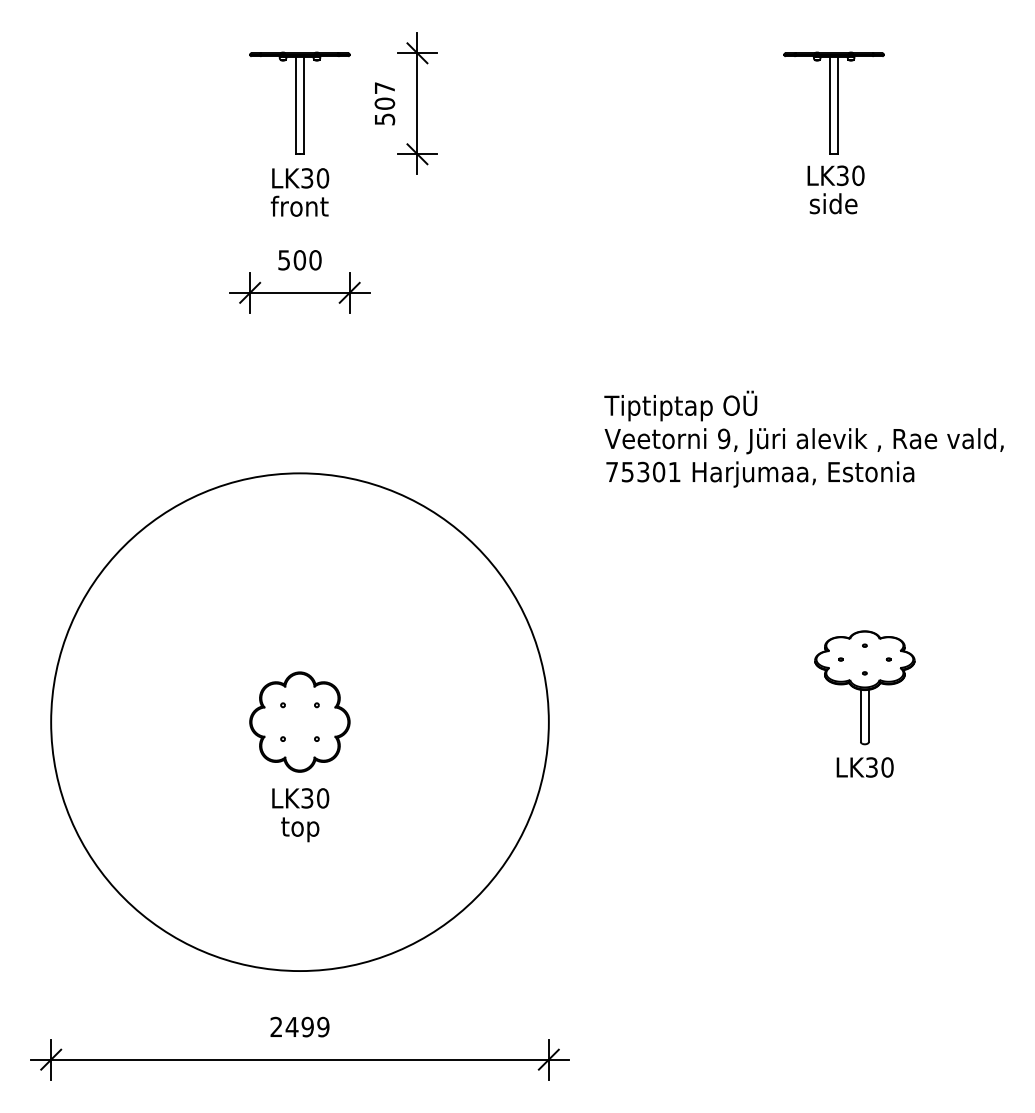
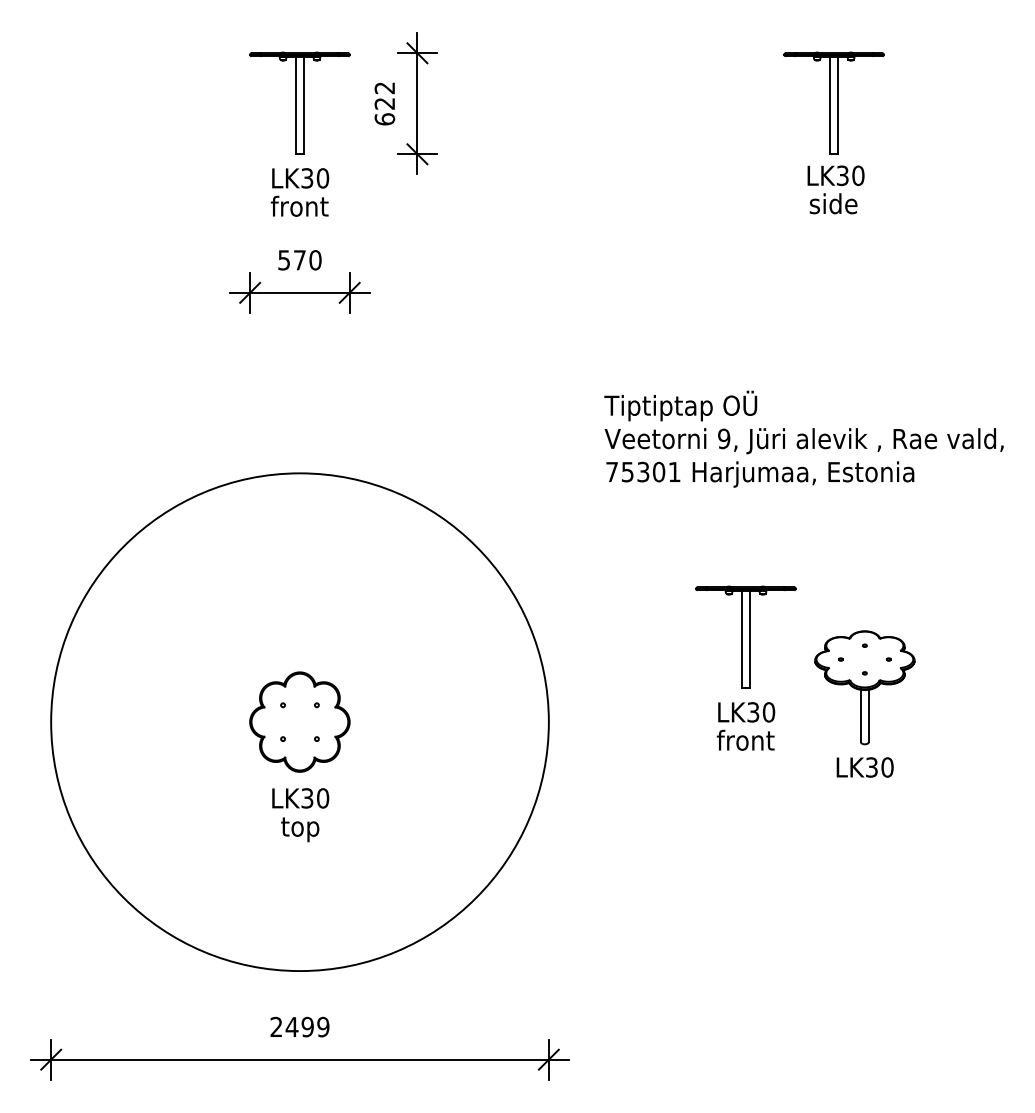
text at (384, 103): 507 -> 622
text at (299, 260): 500 -> 570
part at (745, 667): none -> present
